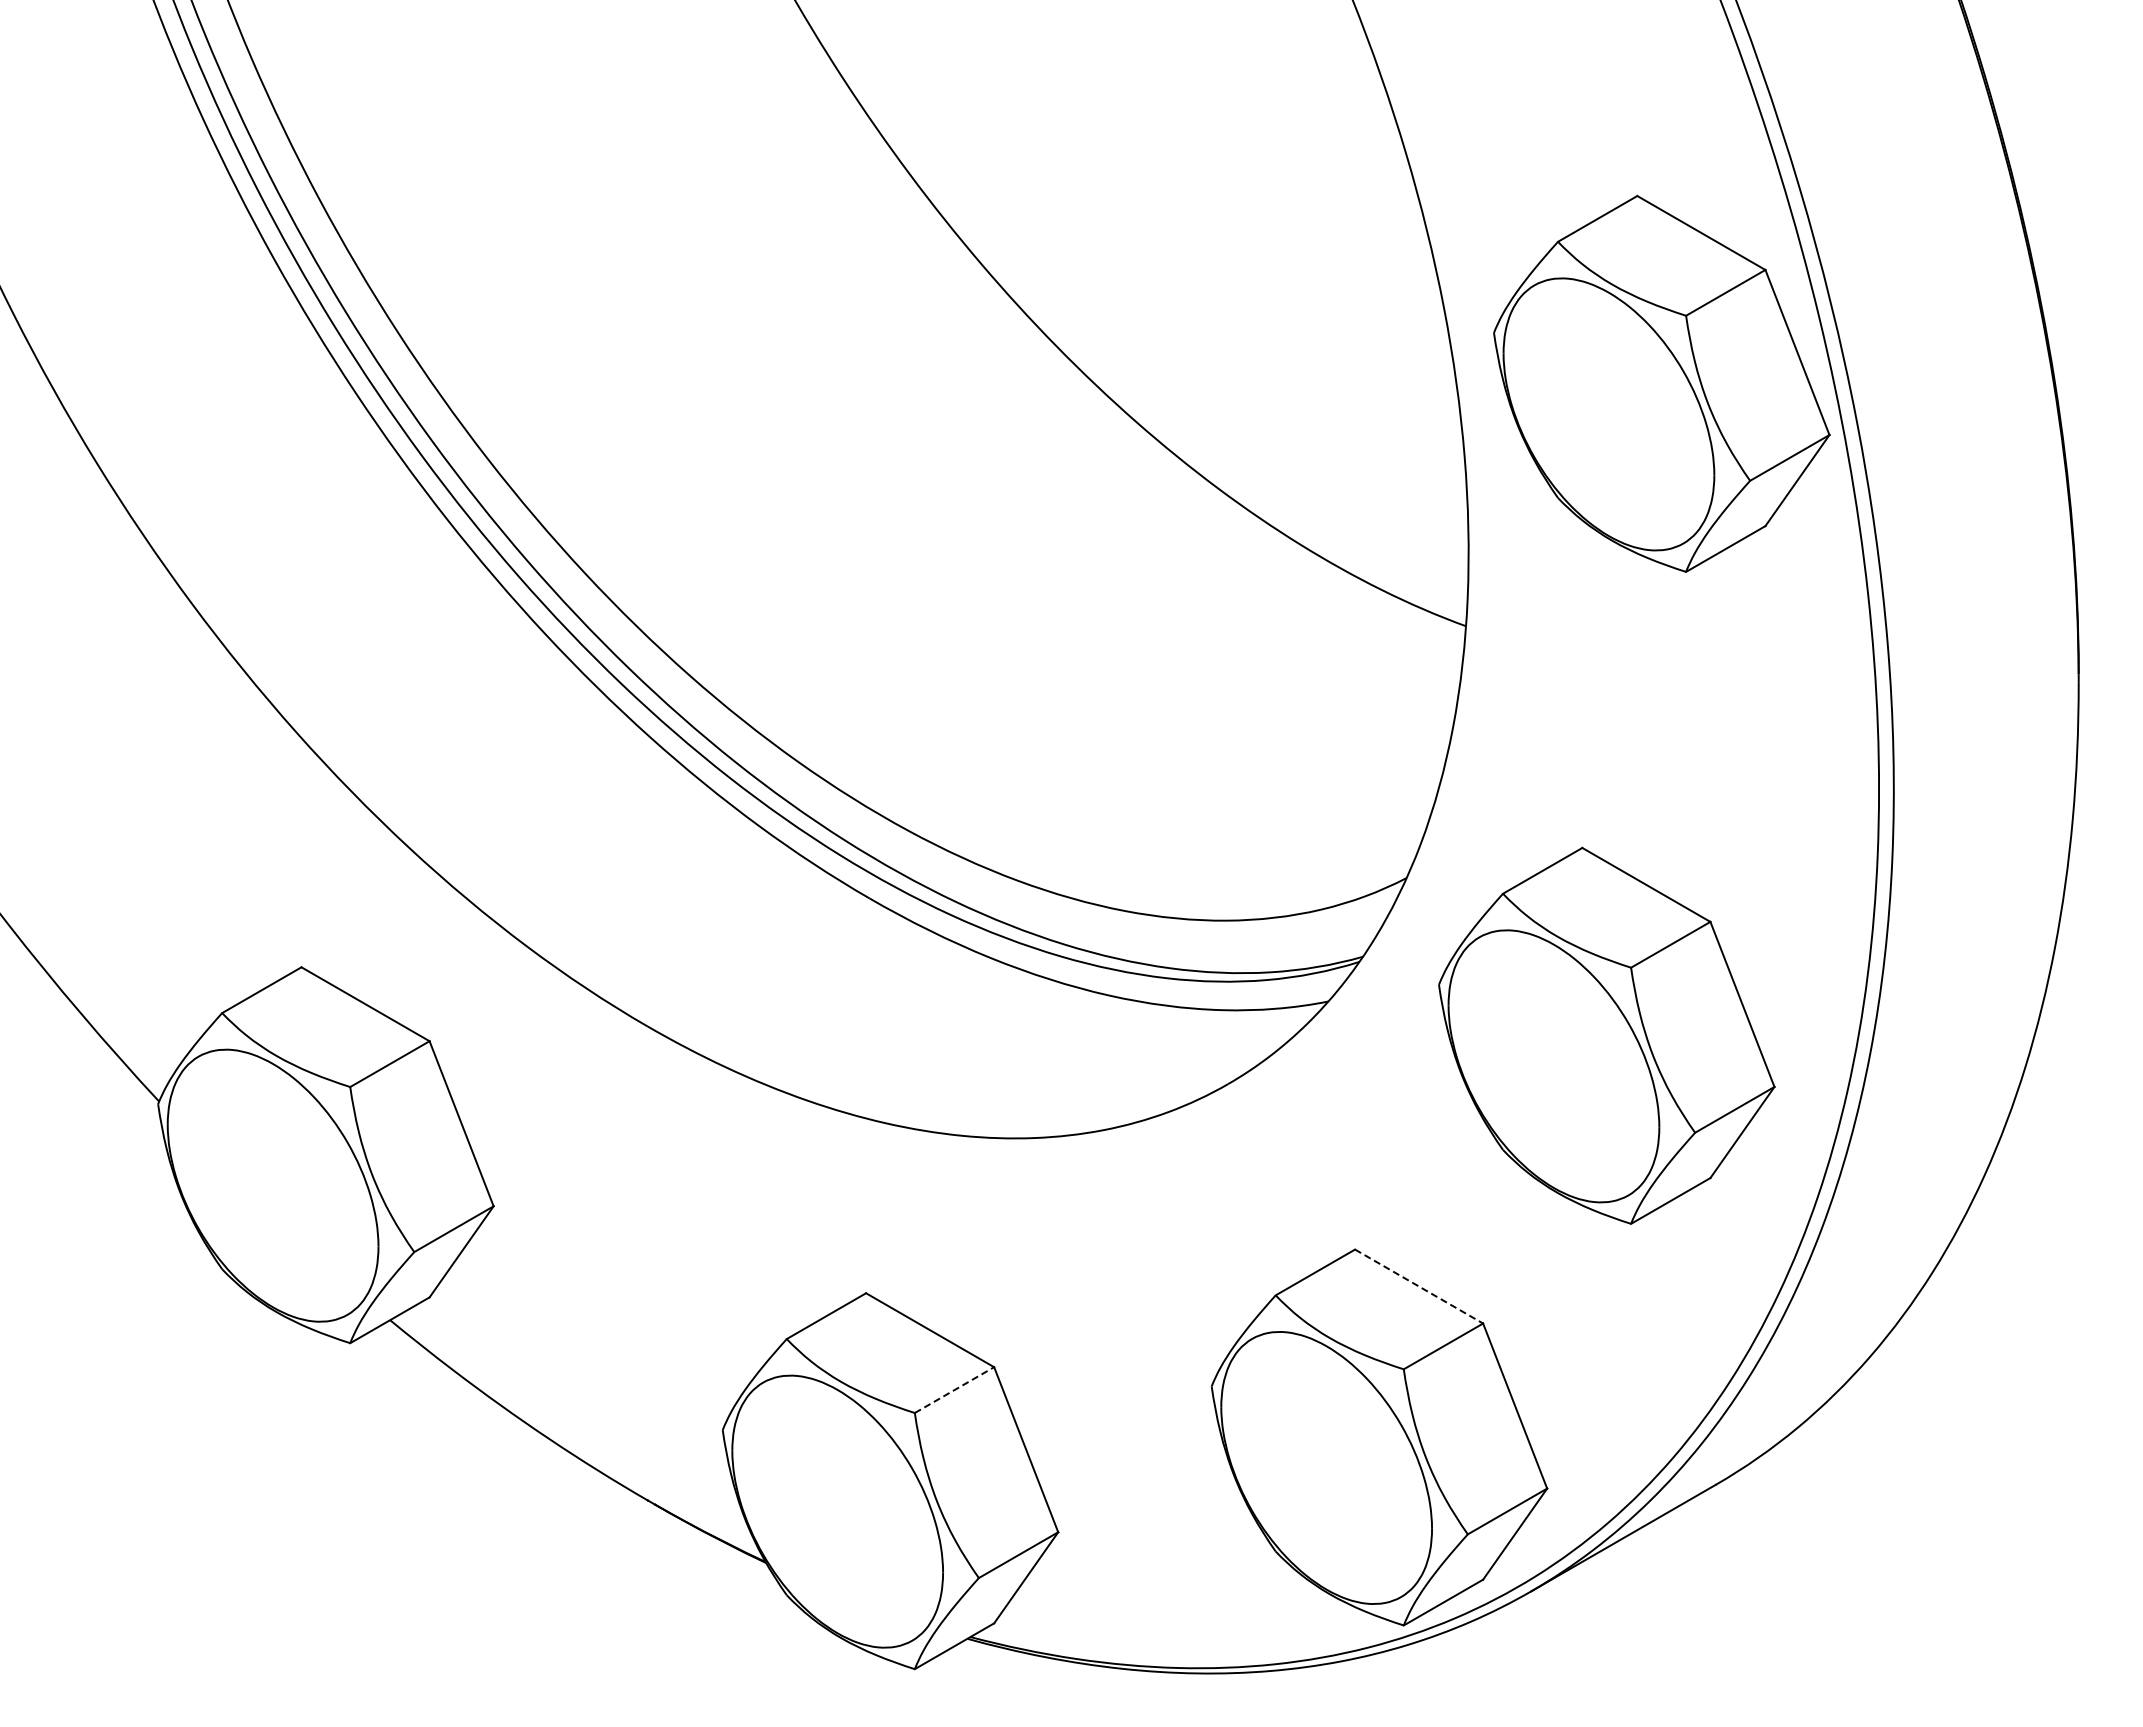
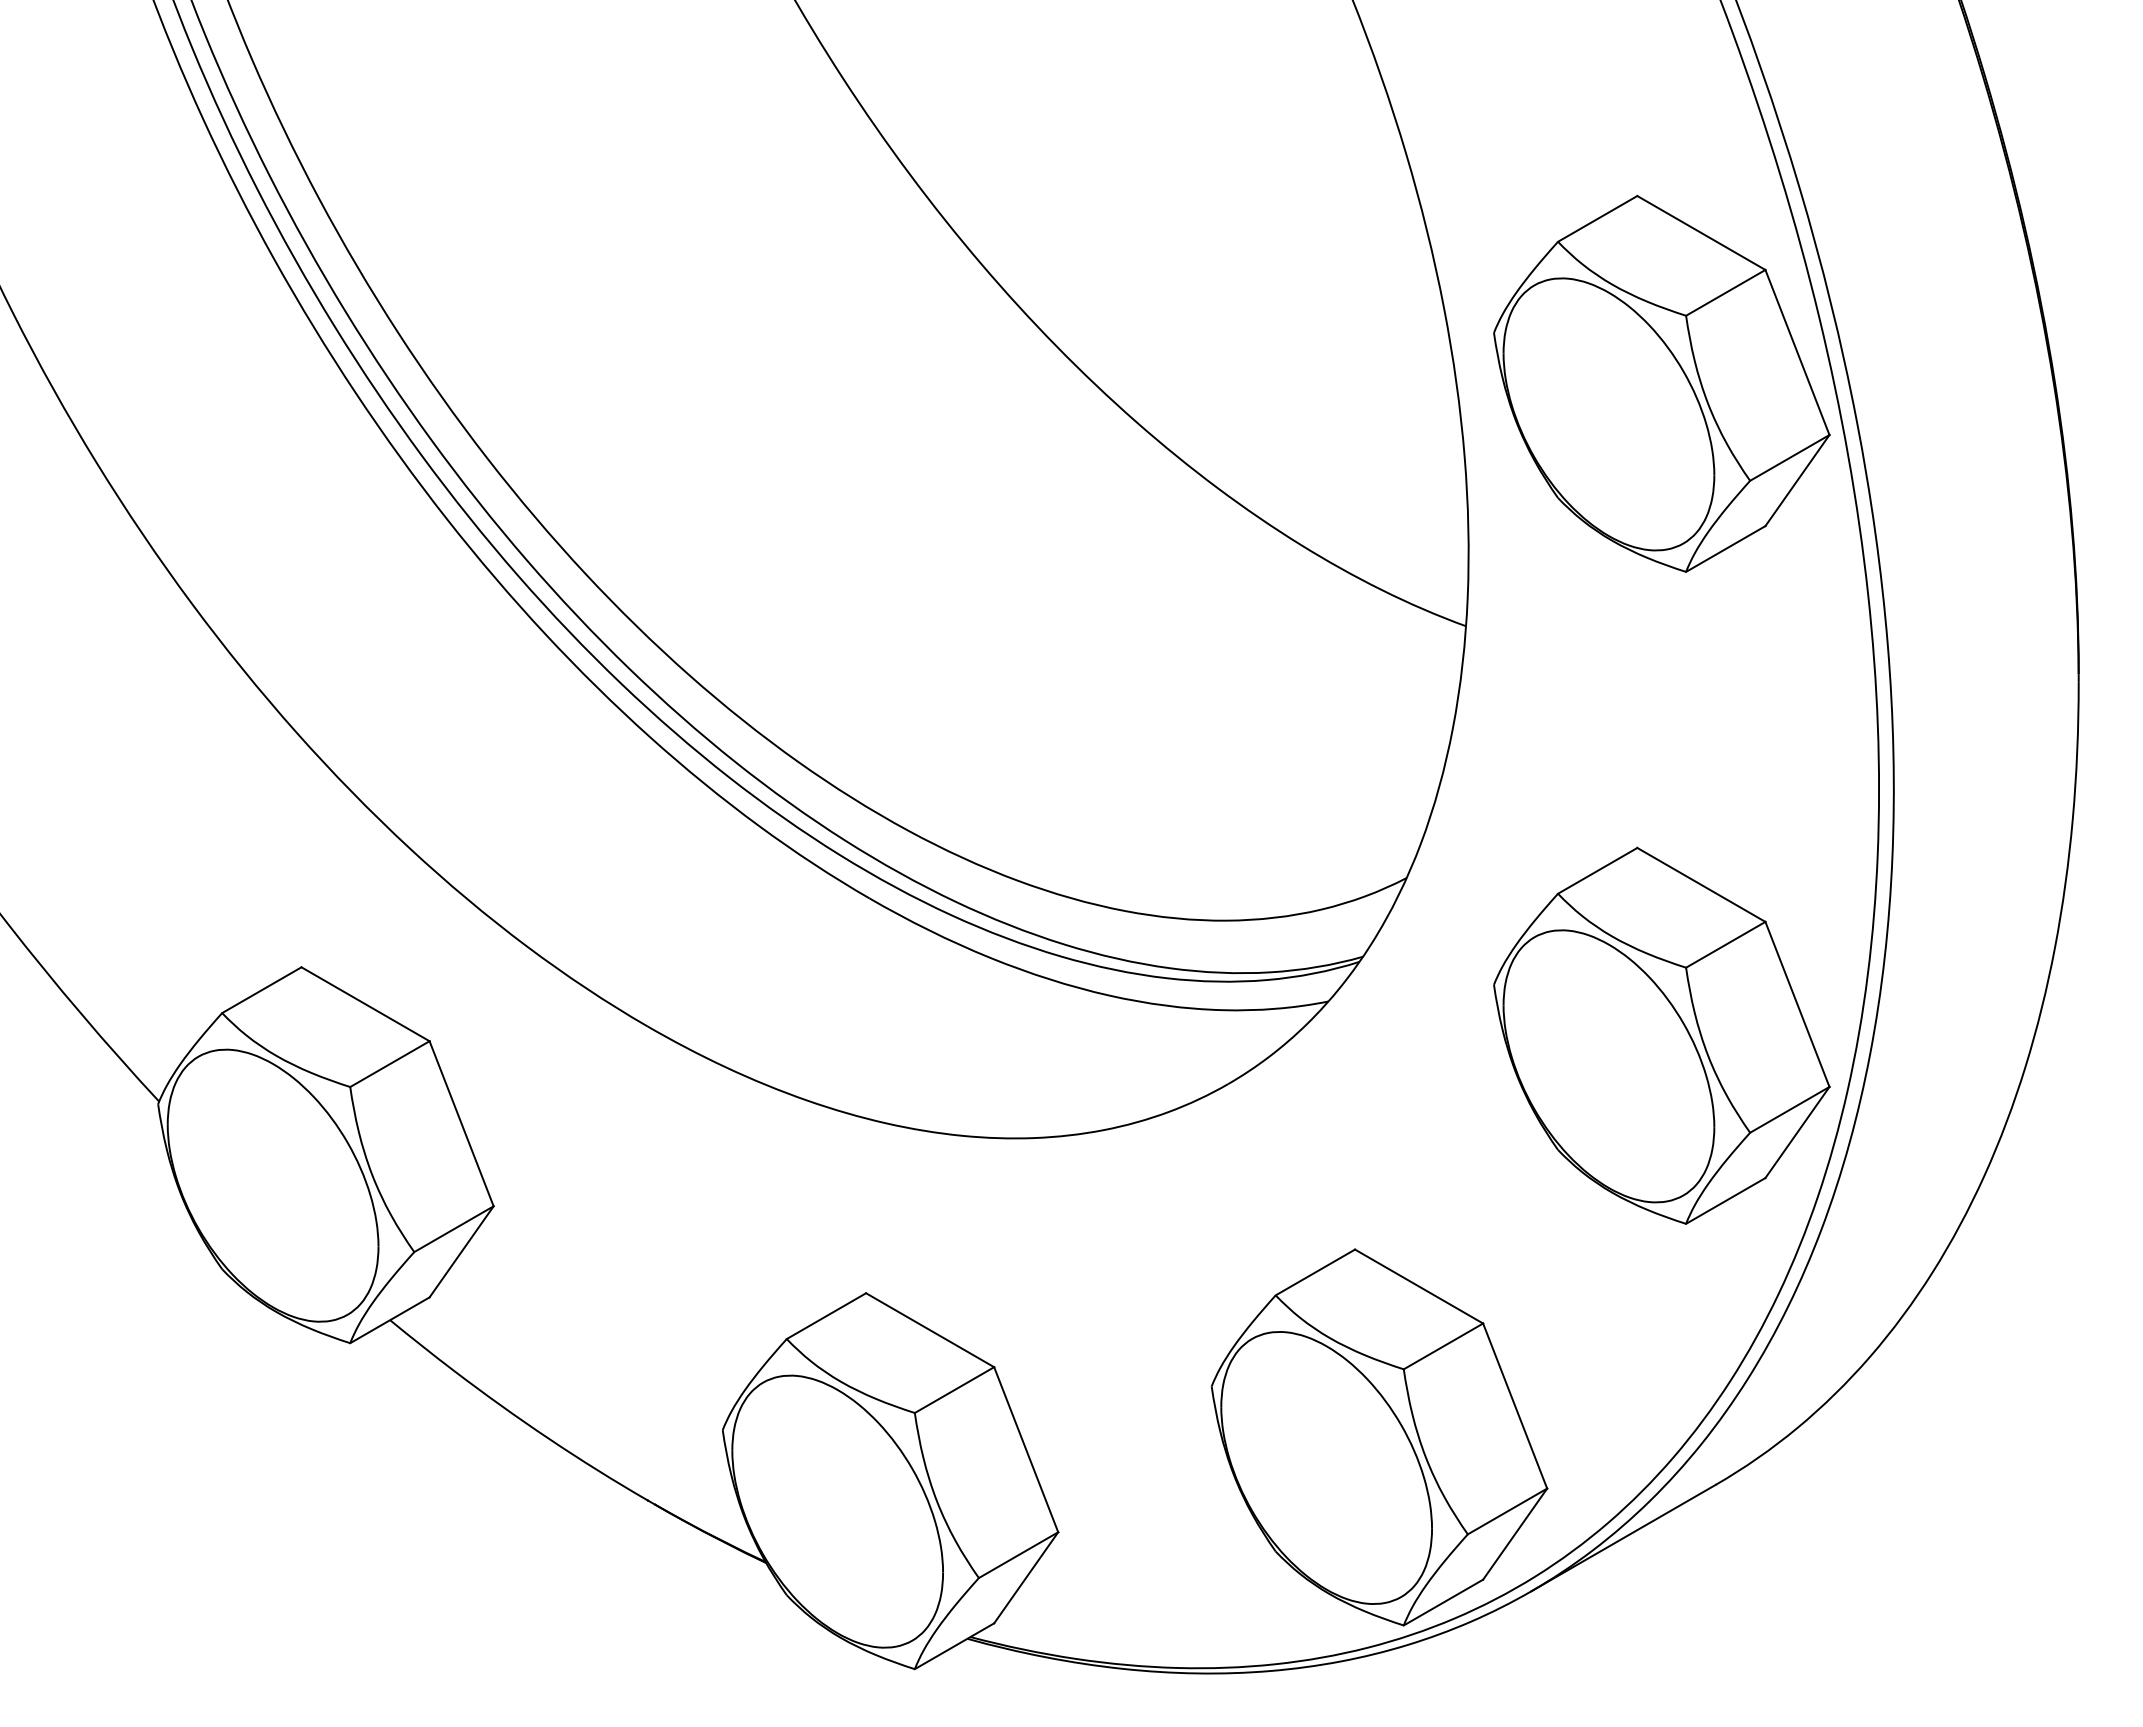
part at (1606, 1035) position: (1606, 1035) -> (1661, 1035)
line at (1419, 1286): dashed -> solid
line at (954, 1390): dashed -> solid
